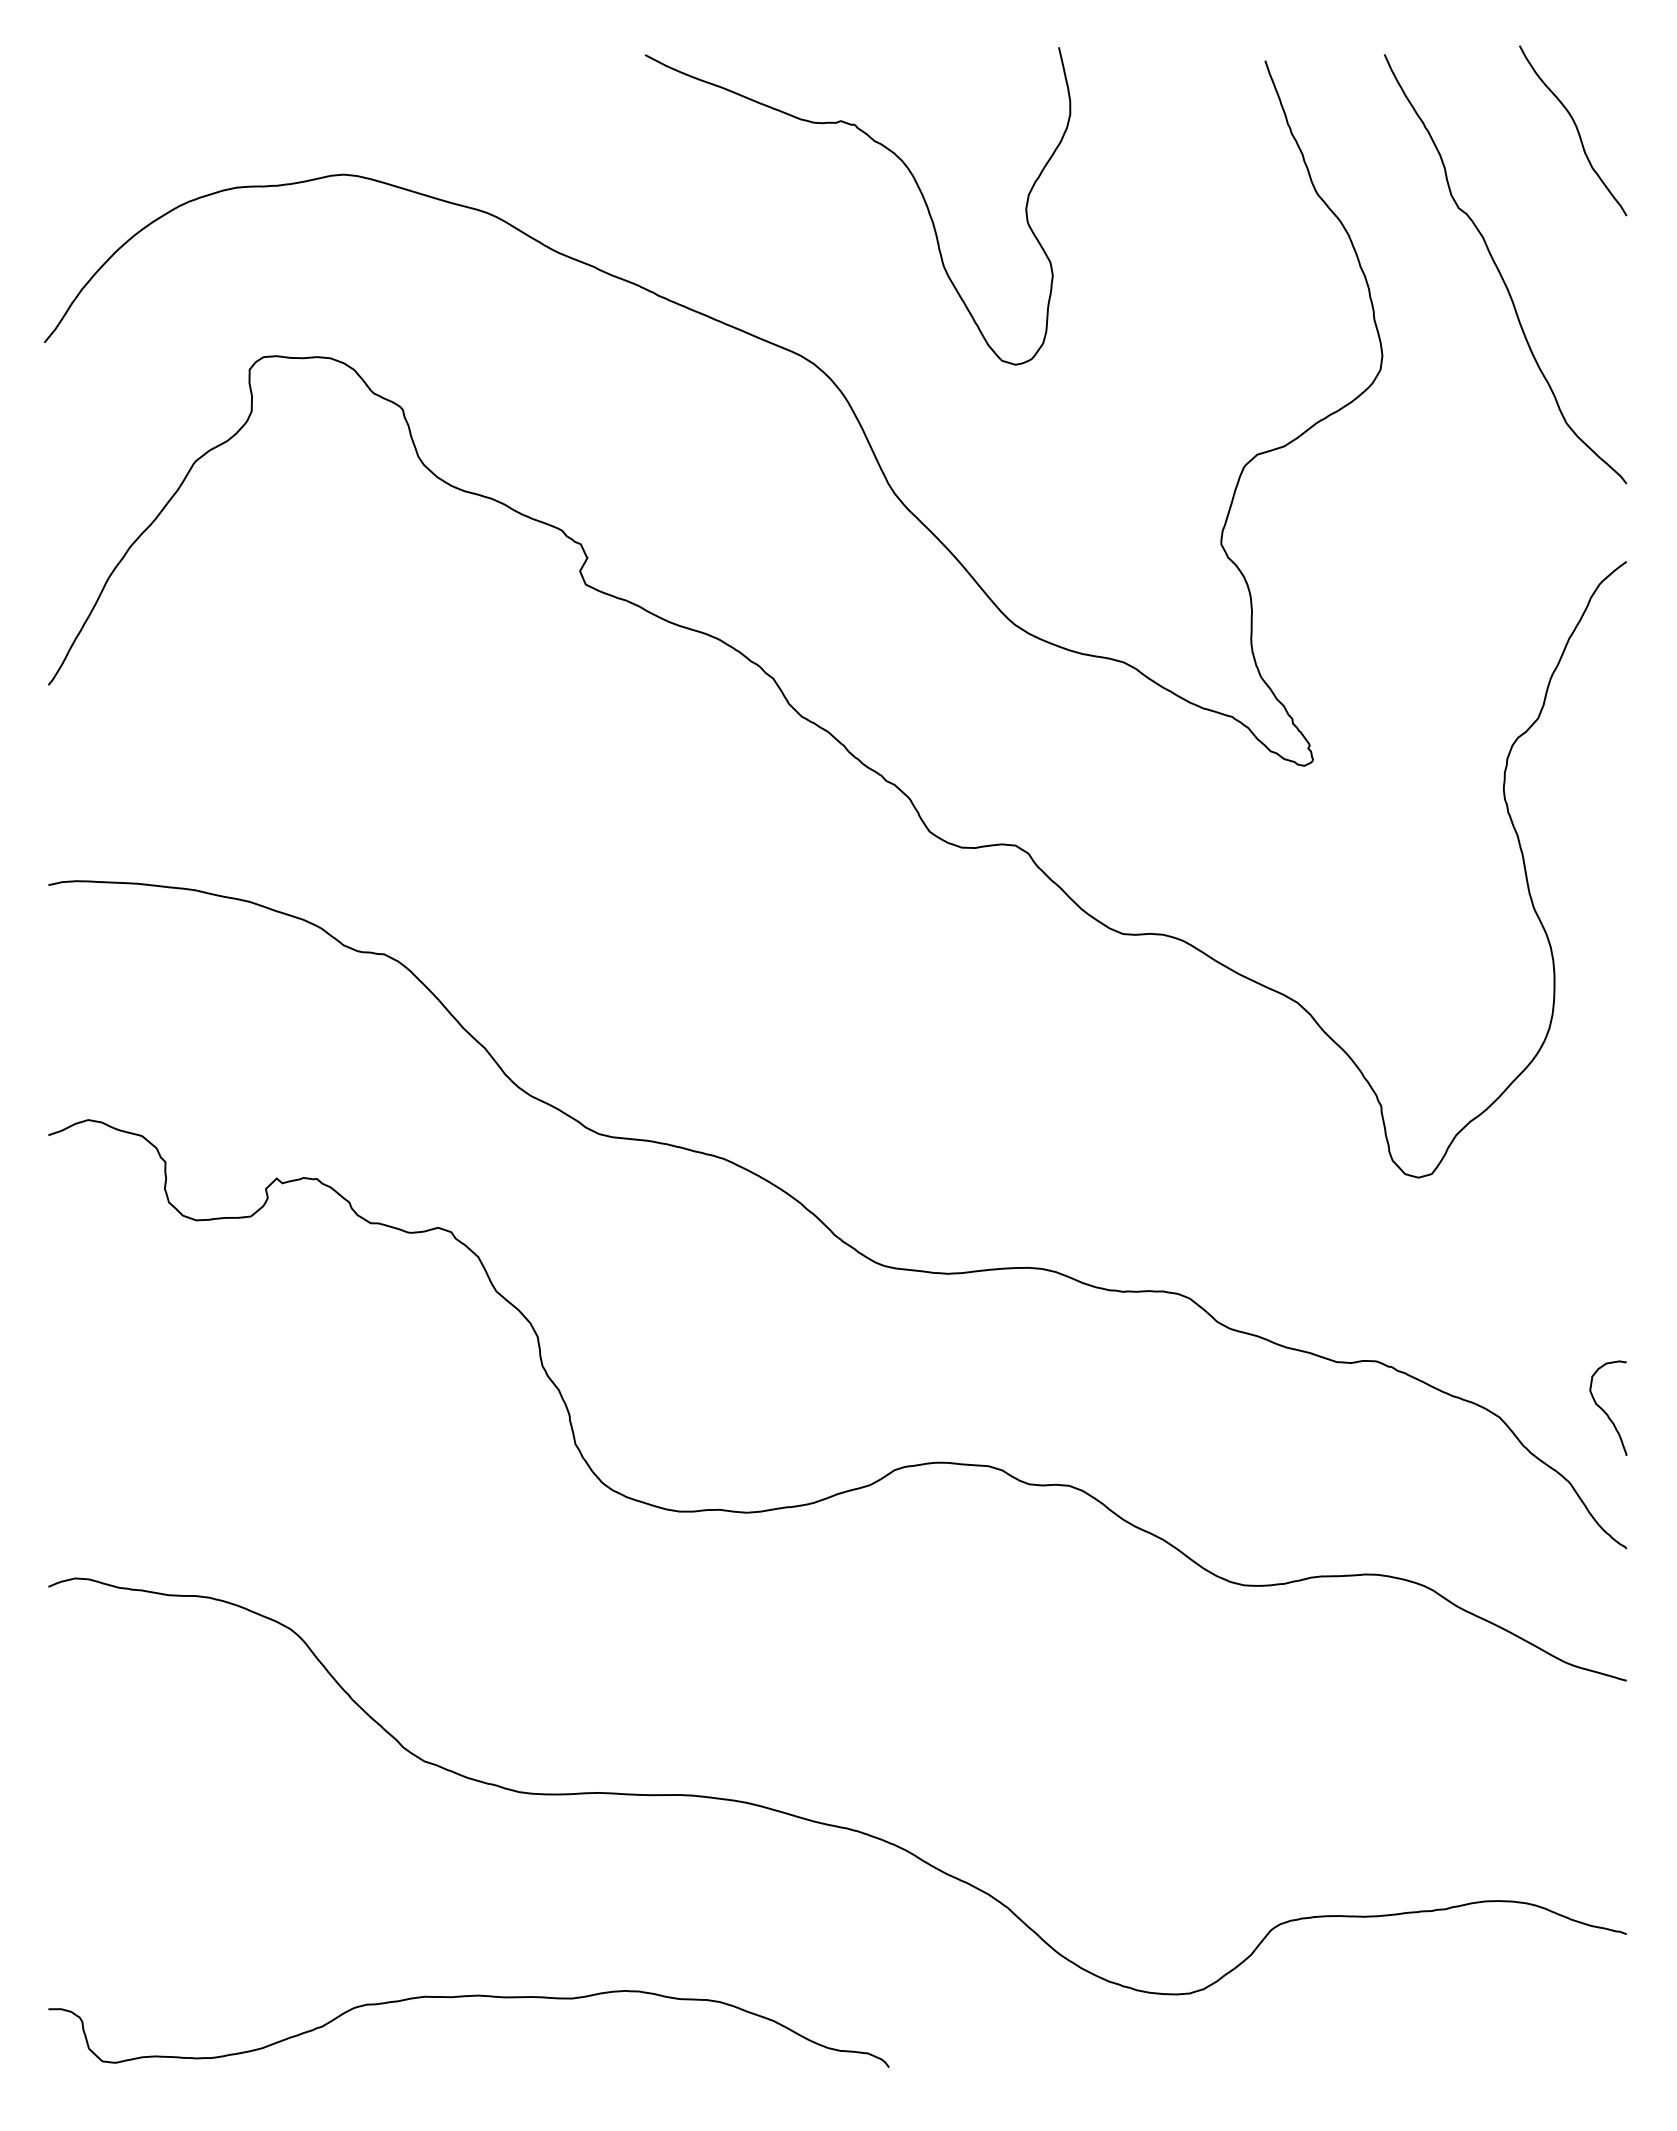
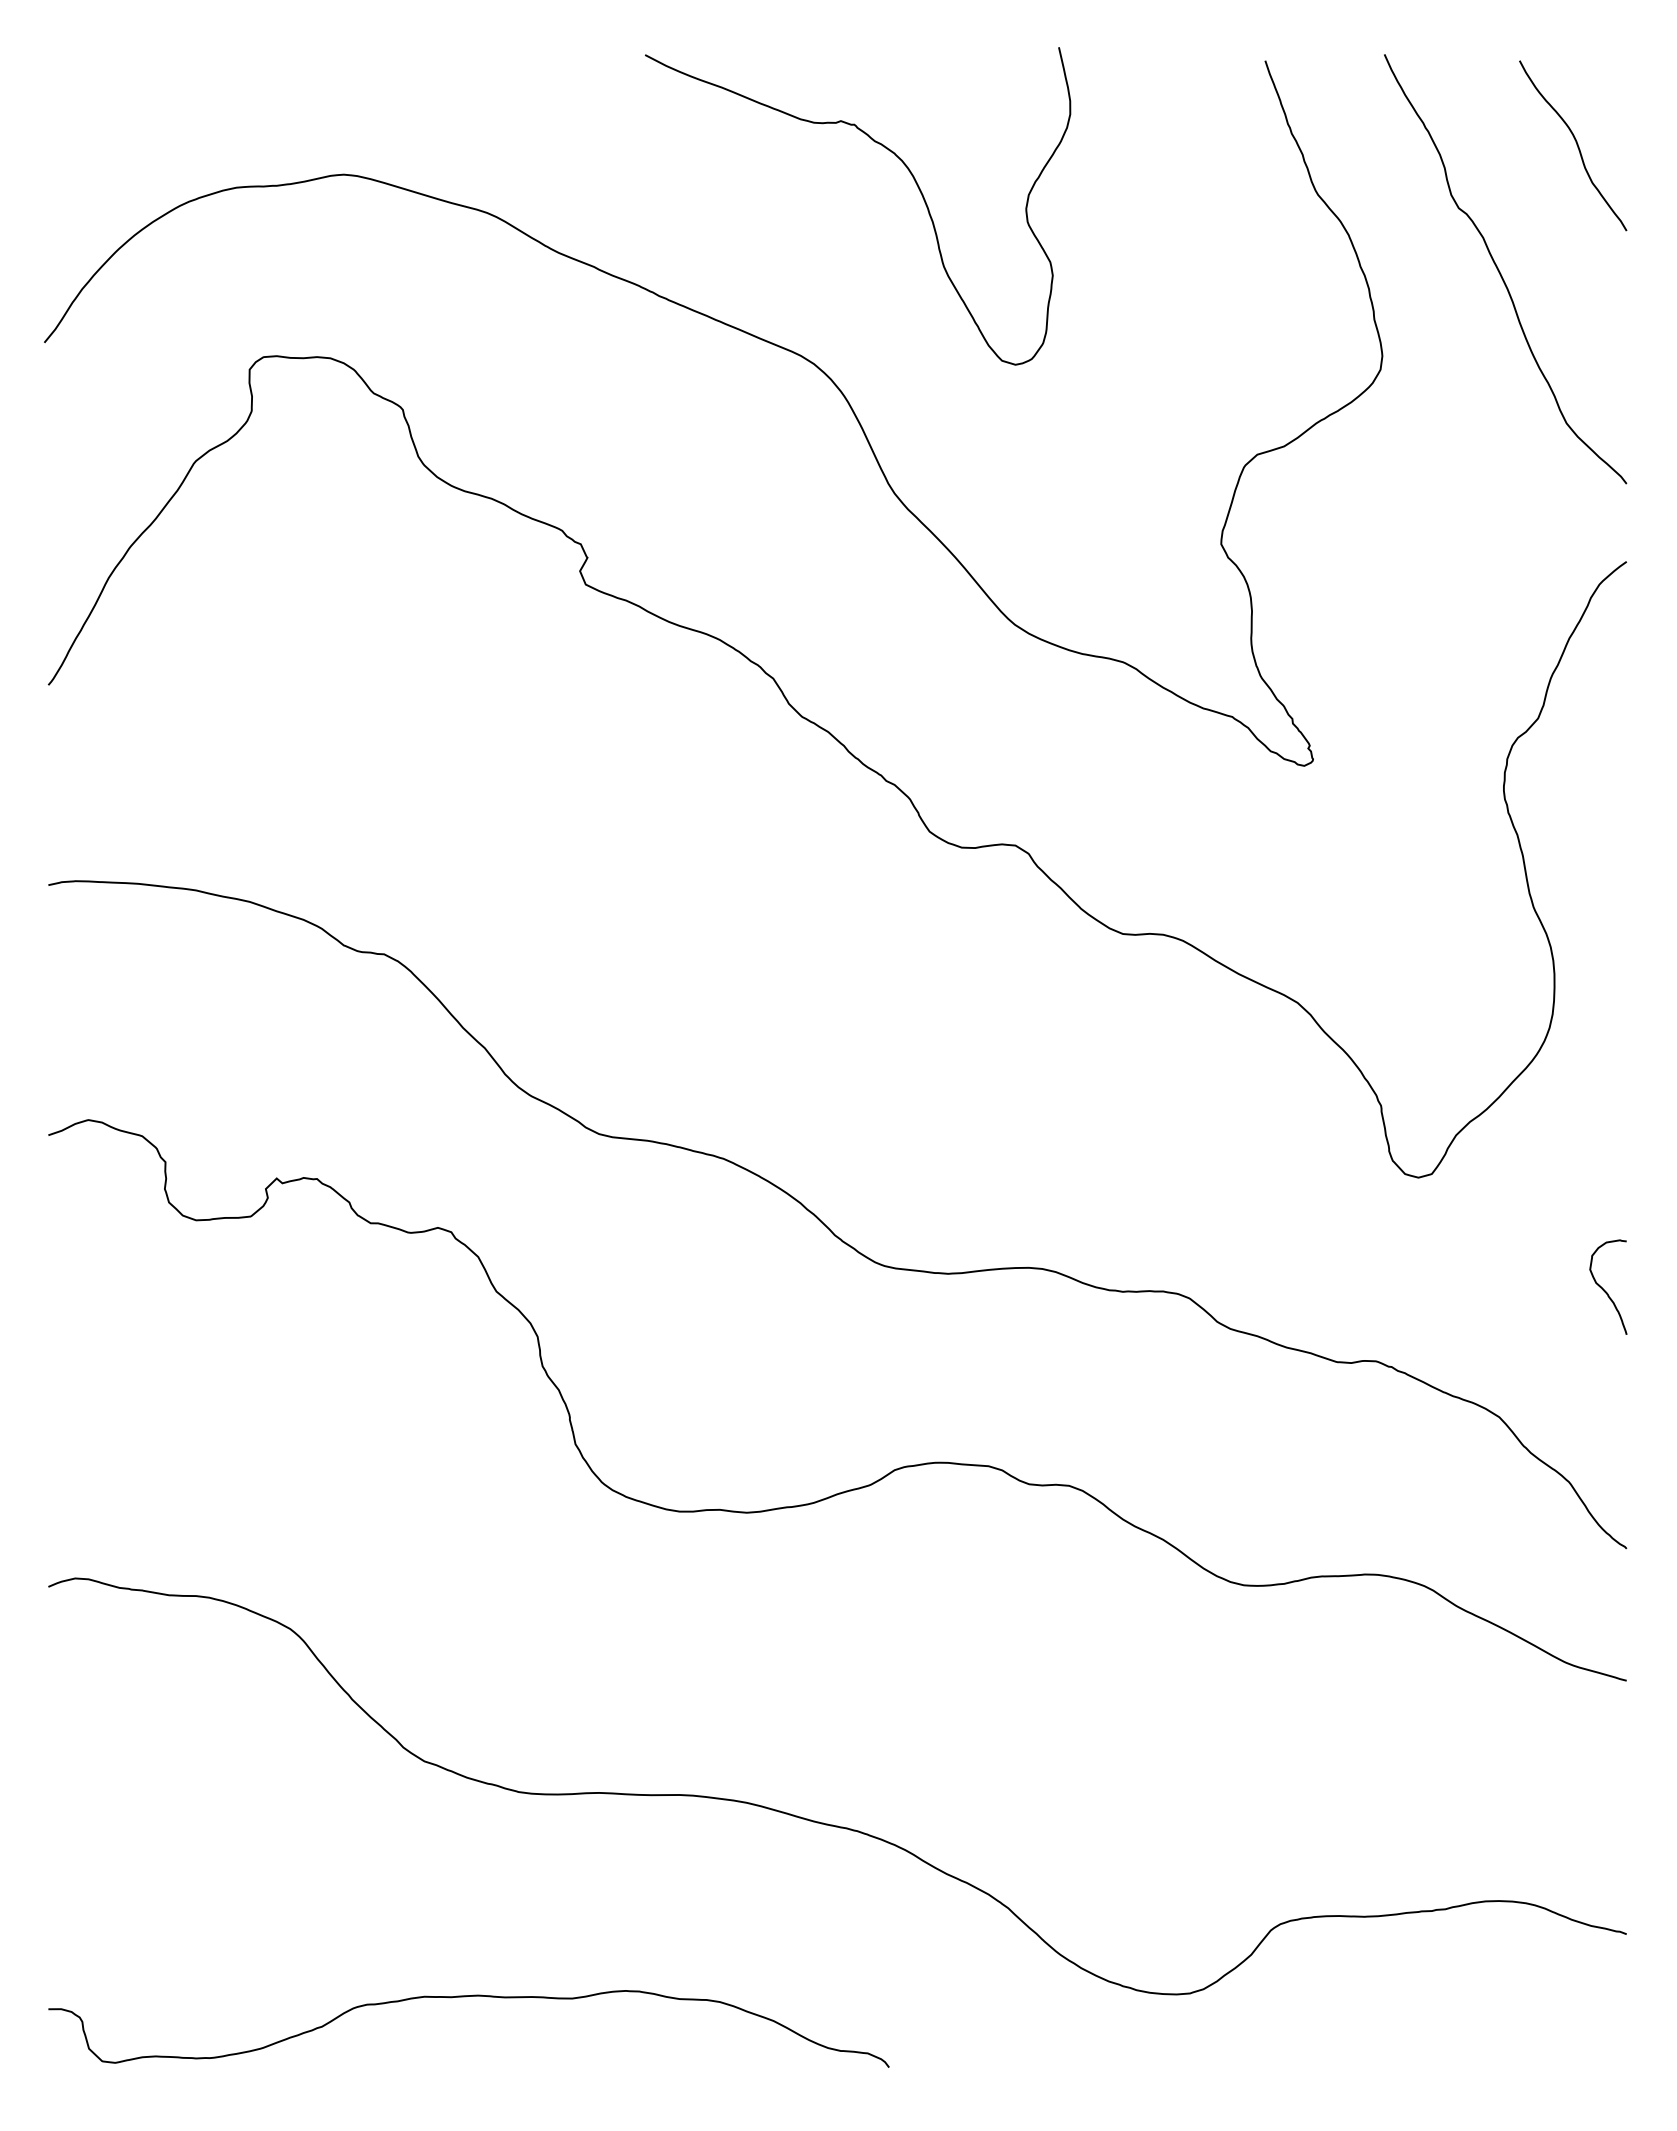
curve at (1576, 130) position: (1576, 130) -> (1576, 145)
curve at (1604, 1410) position: (1604, 1410) -> (1604, 1289)
